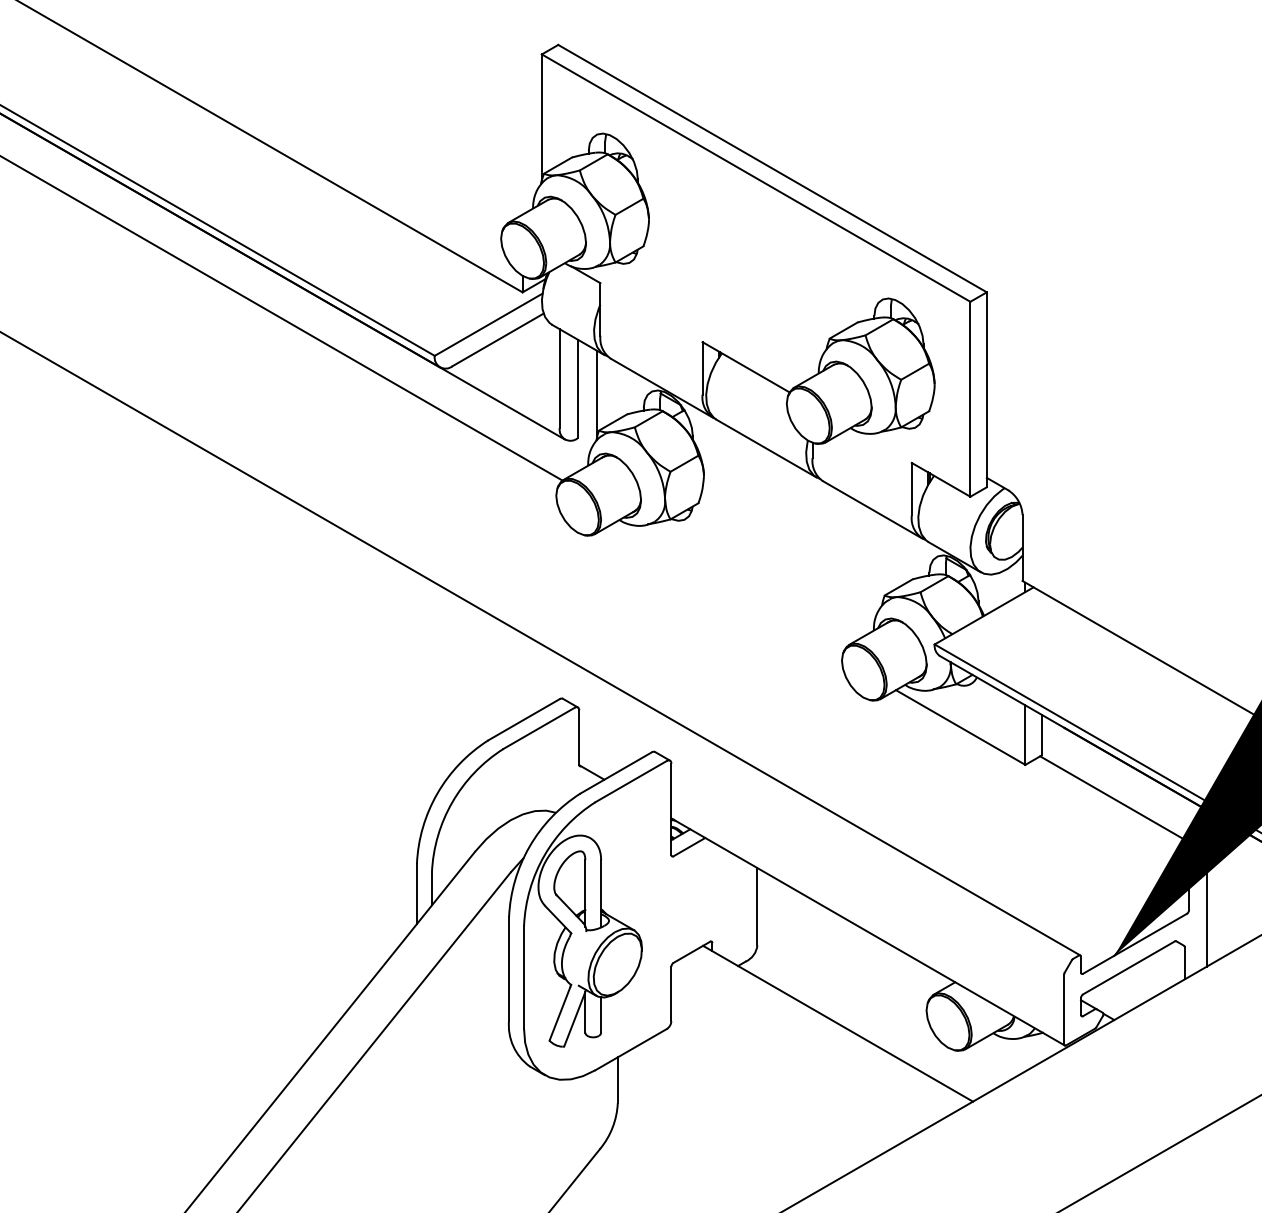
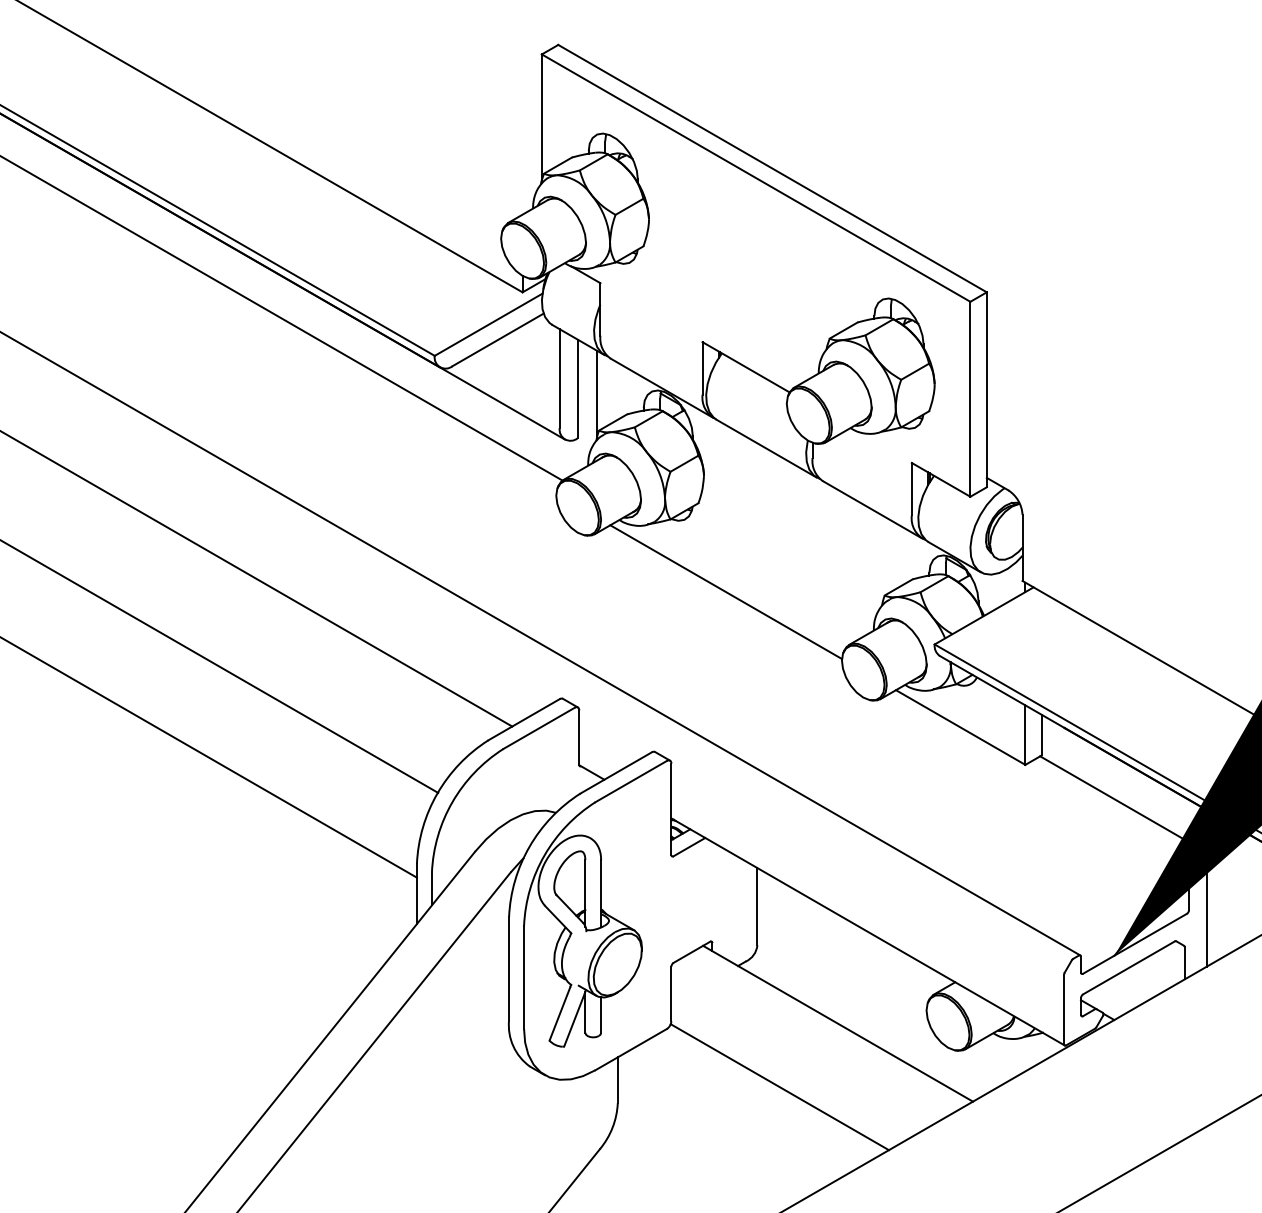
line at (257, 579): none -> present
line at (726, 592): none -> present
line at (220, 666): none -> present
line at (209, 757): none -> present
line at (779, 1087): none -> present
